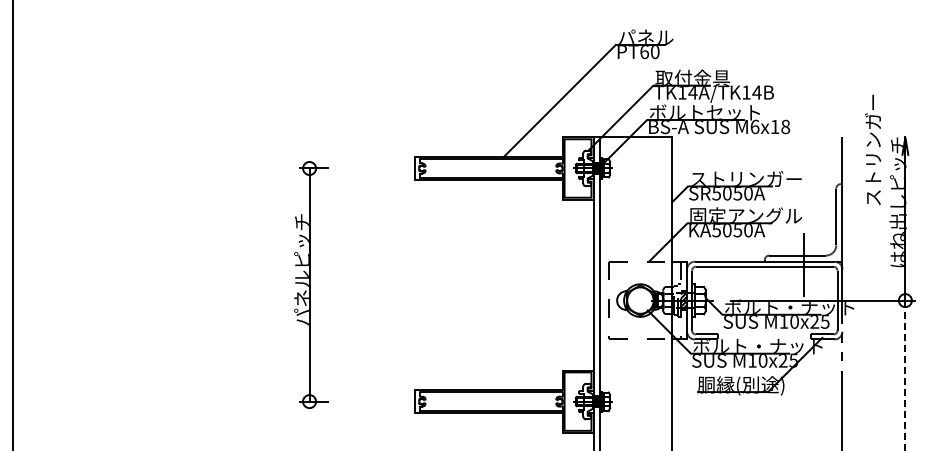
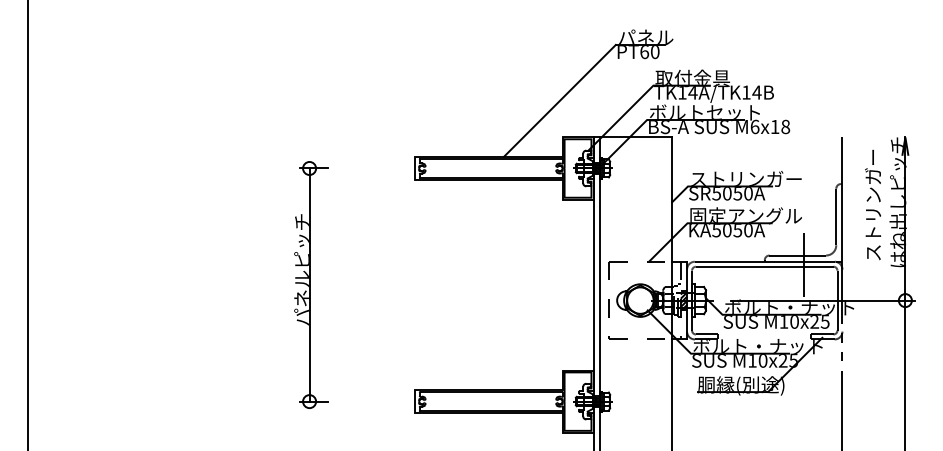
text at (873, 149) position: (873, 149) -> (873, 204)
line at (13, 224) position: (13, 224) -> (28, 224)
line at (905, 375): dashed -> solid
